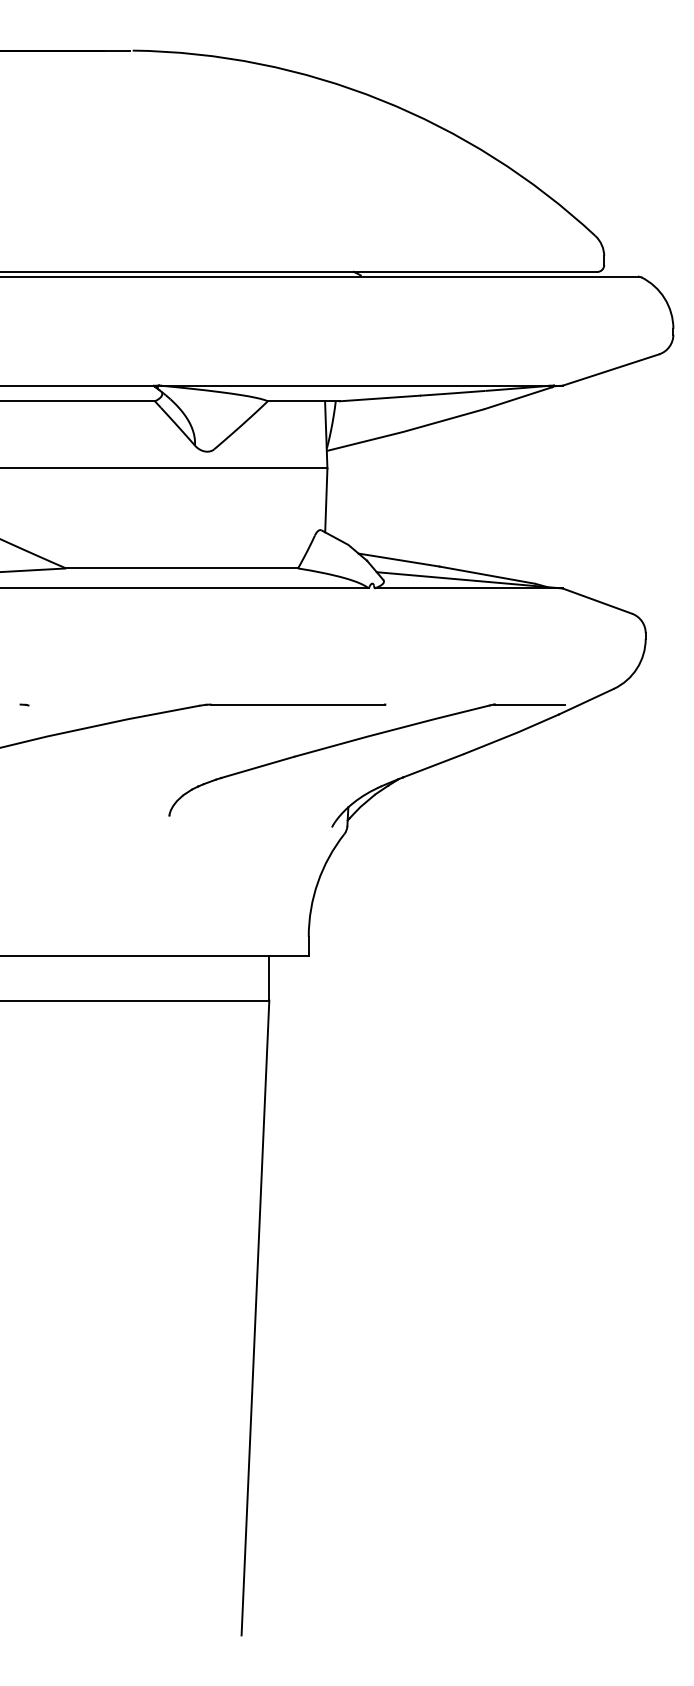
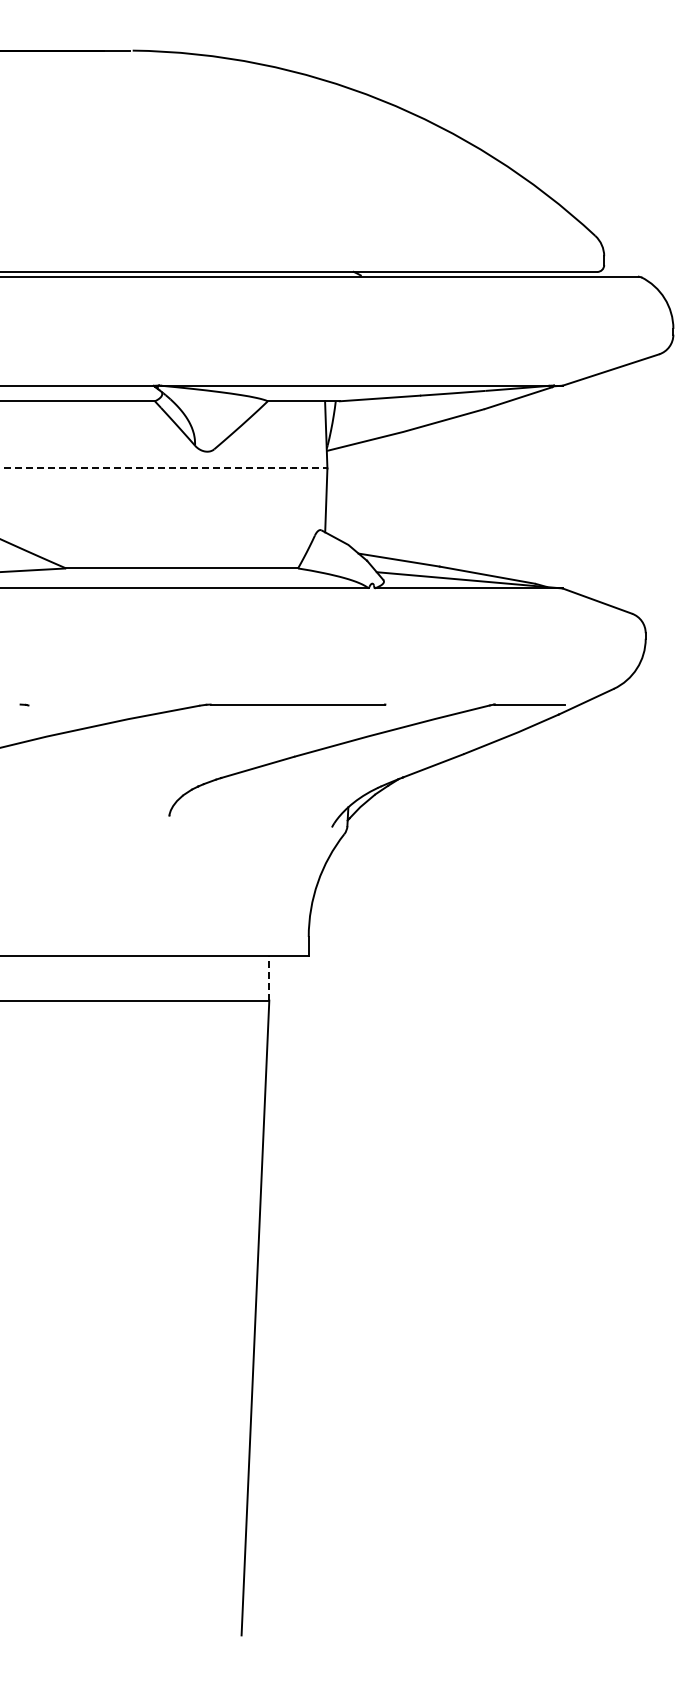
line at (164, 468): solid -> dashed
line at (269, 977): solid -> dashed
